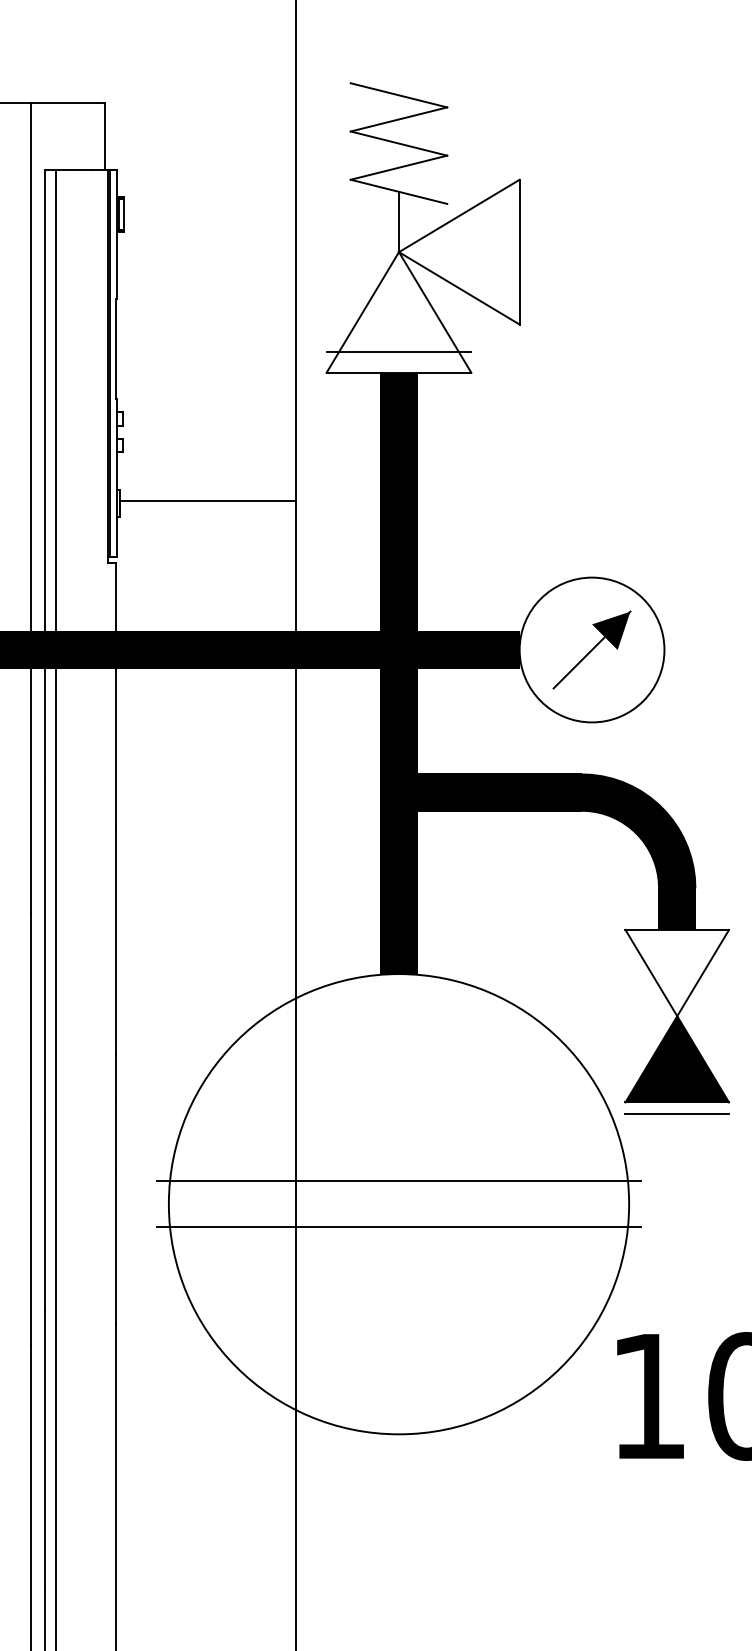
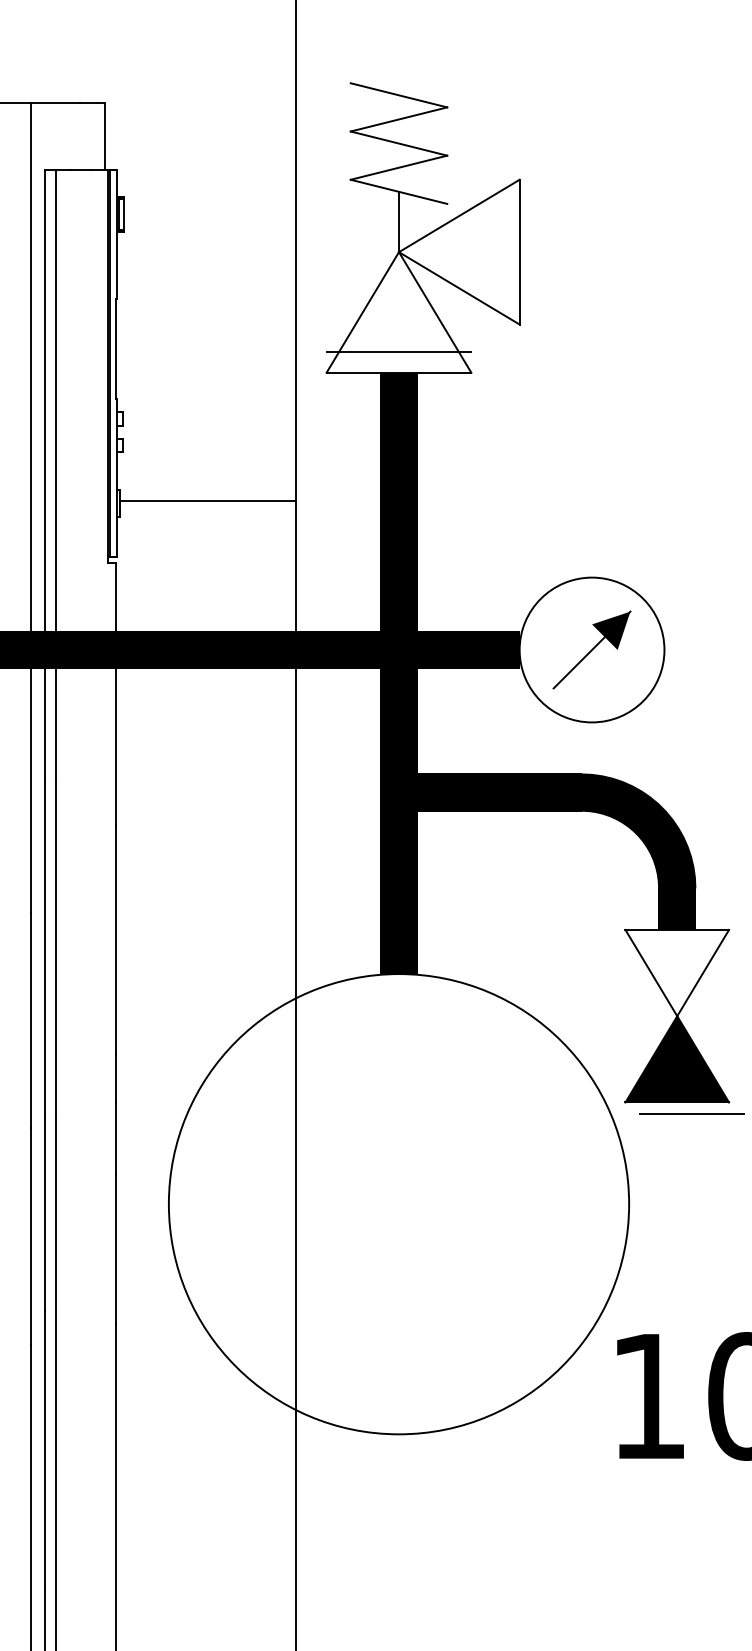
line at (676, 1113) position: (676, 1113) -> (691, 1113)
line at (398, 1181): present -> none
line at (398, 1227): present -> none
